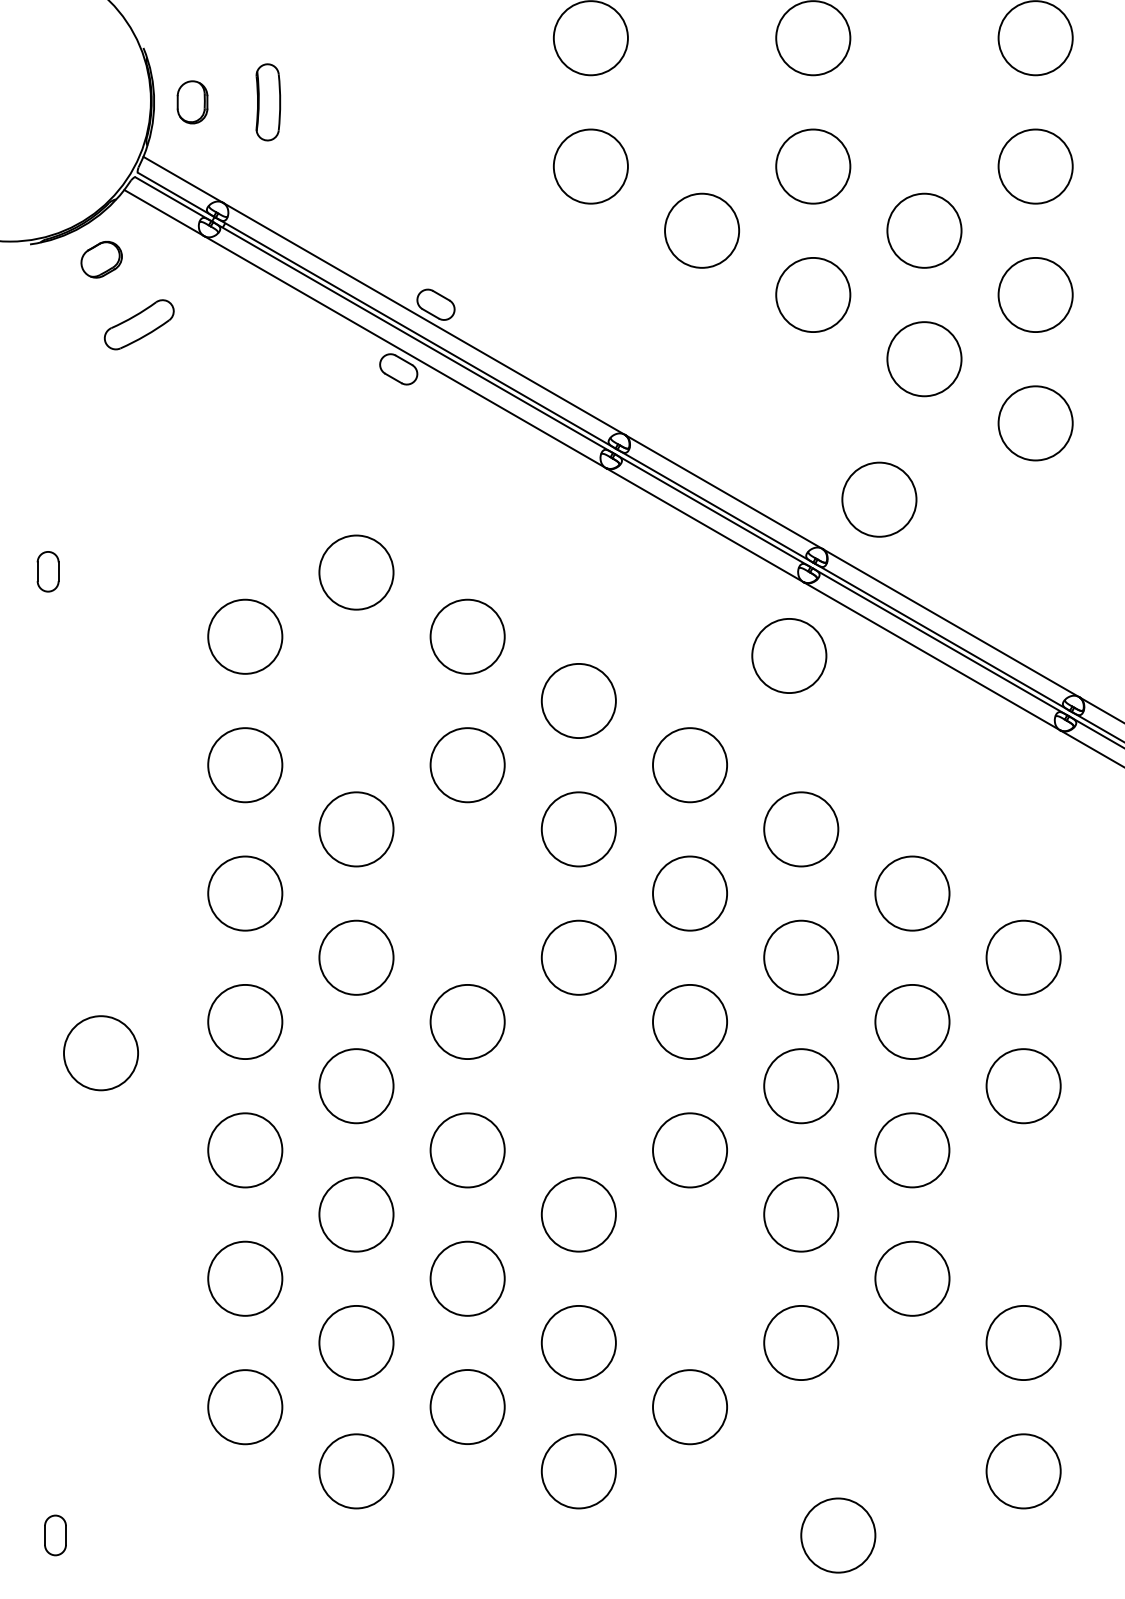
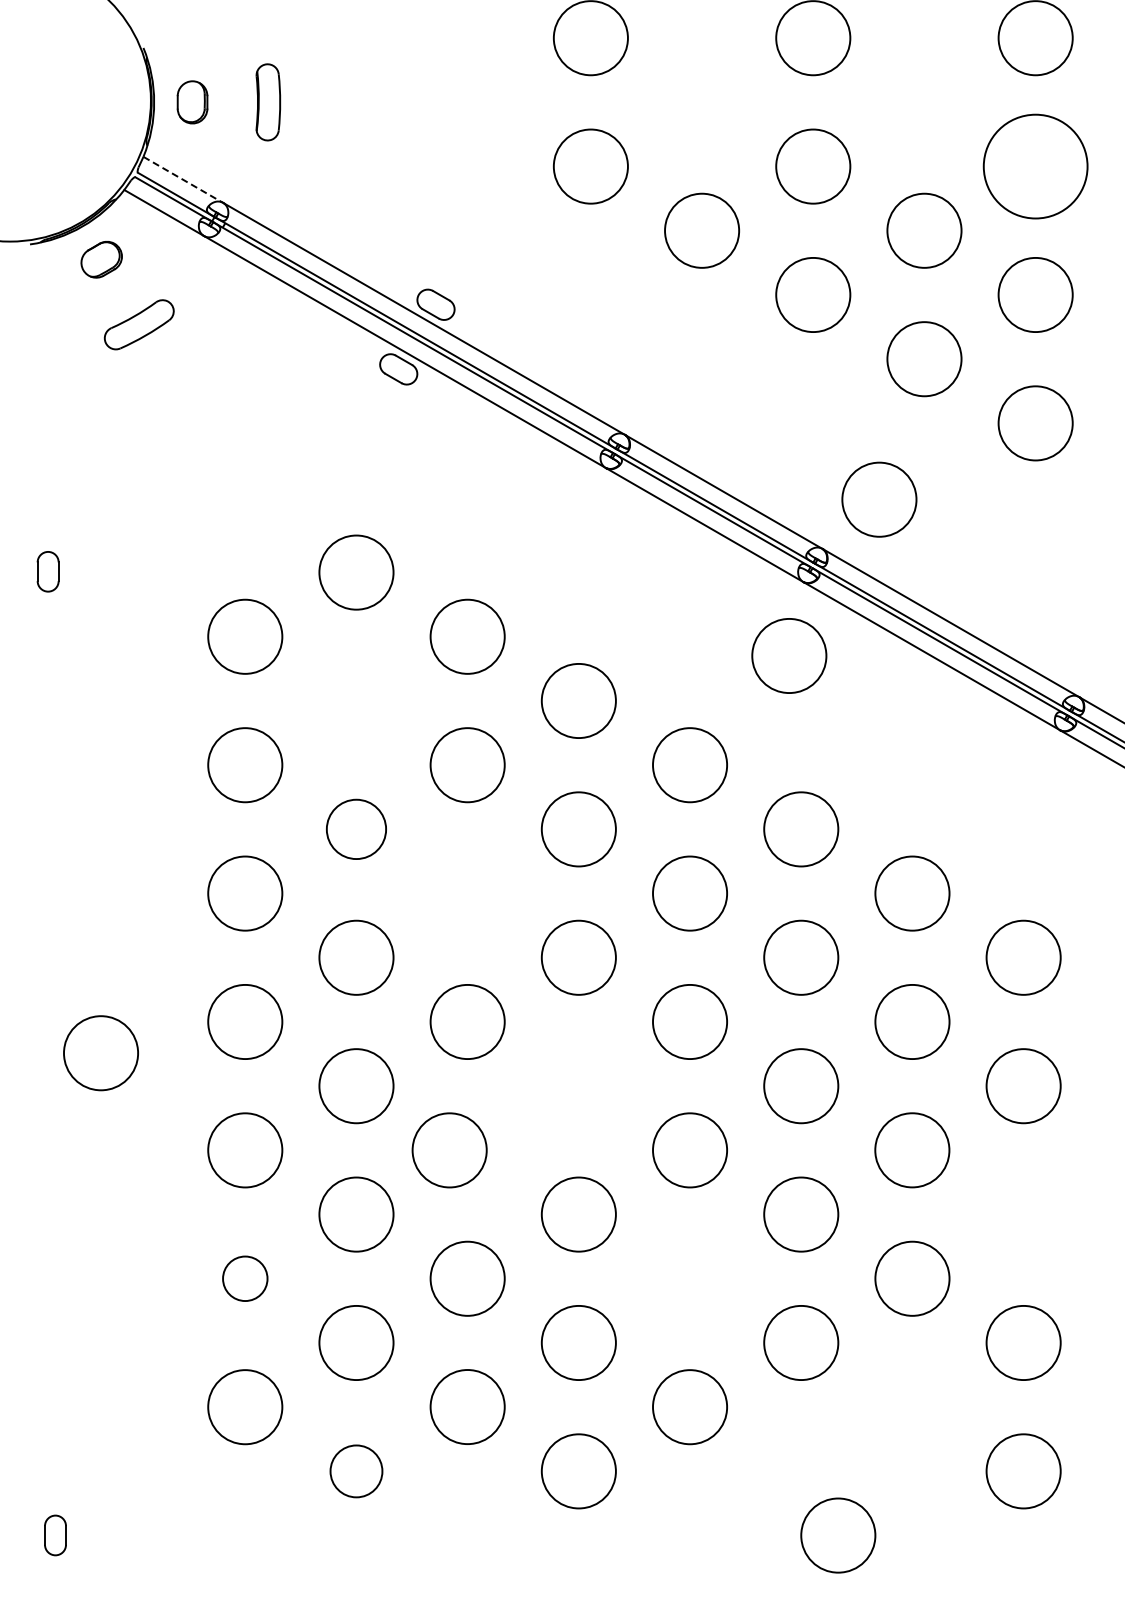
circle at (1035, 166) diameter: 74 px -> 104 px
line at (183, 179): solid -> dashed
circle at (356, 829) diameter: 74 px -> 59 px
circle at (467, 1150) position: (467, 1150) -> (449, 1150)
circle at (245, 1278) diameter: 74 px -> 44 px
circle at (356, 1471) size: 77x77 px -> 55x55 px
